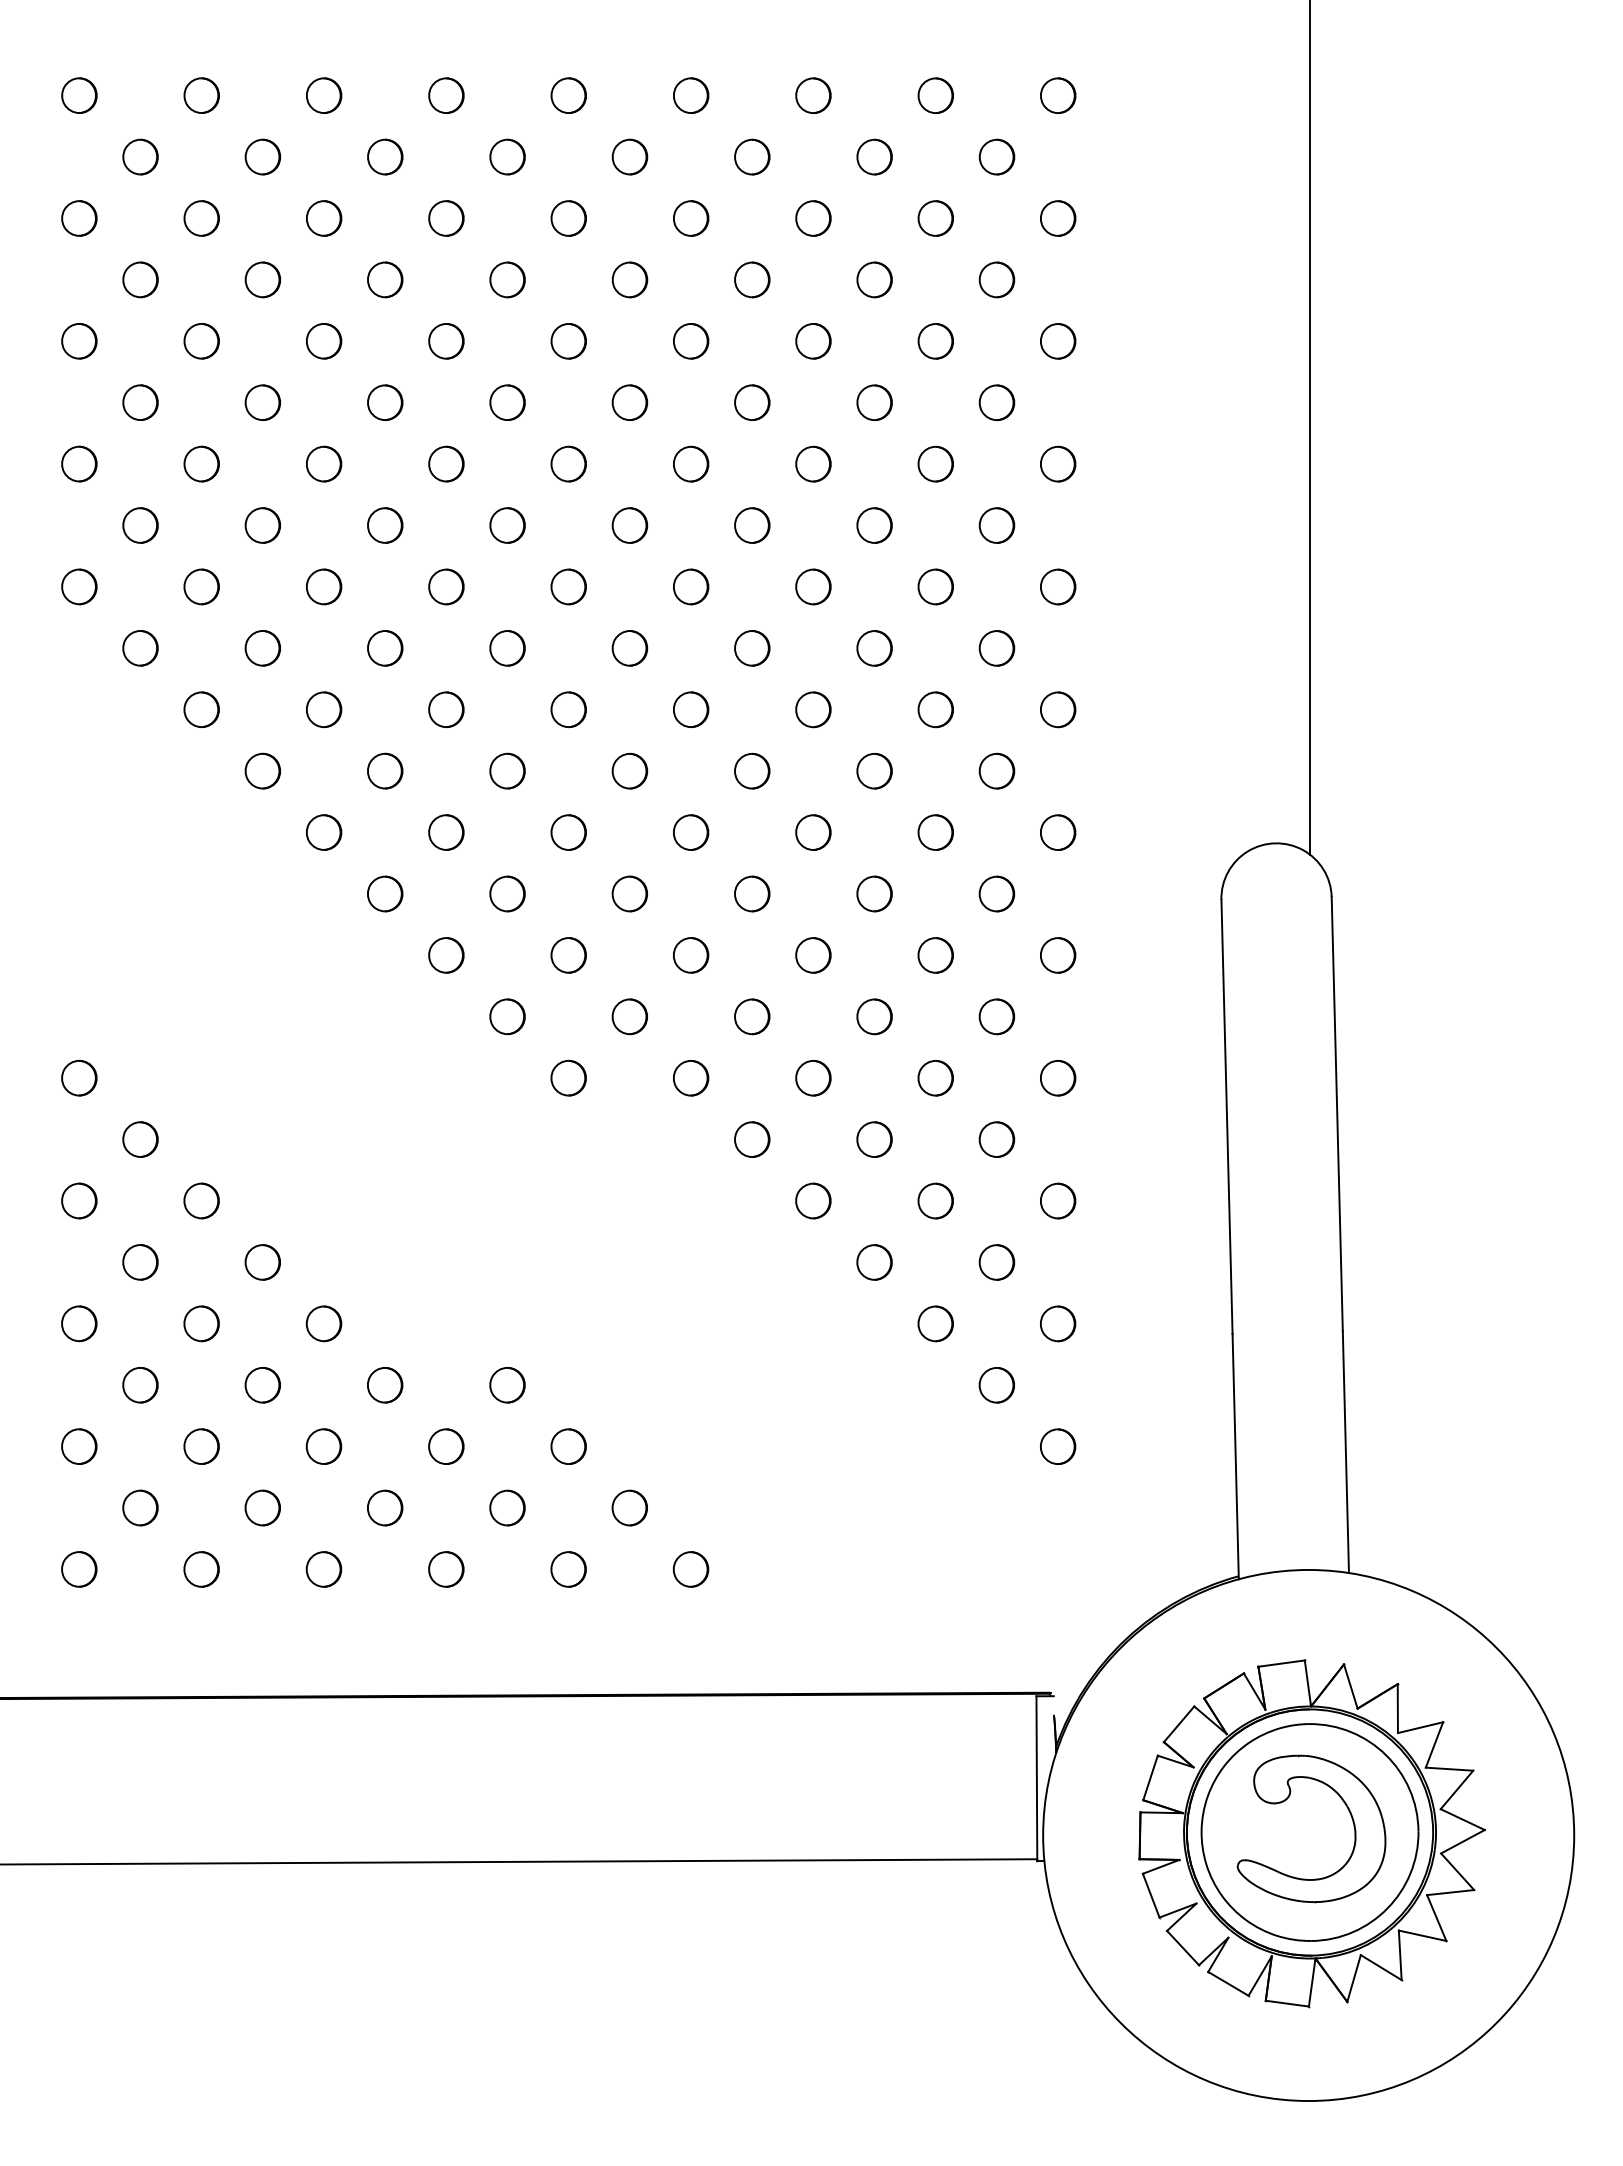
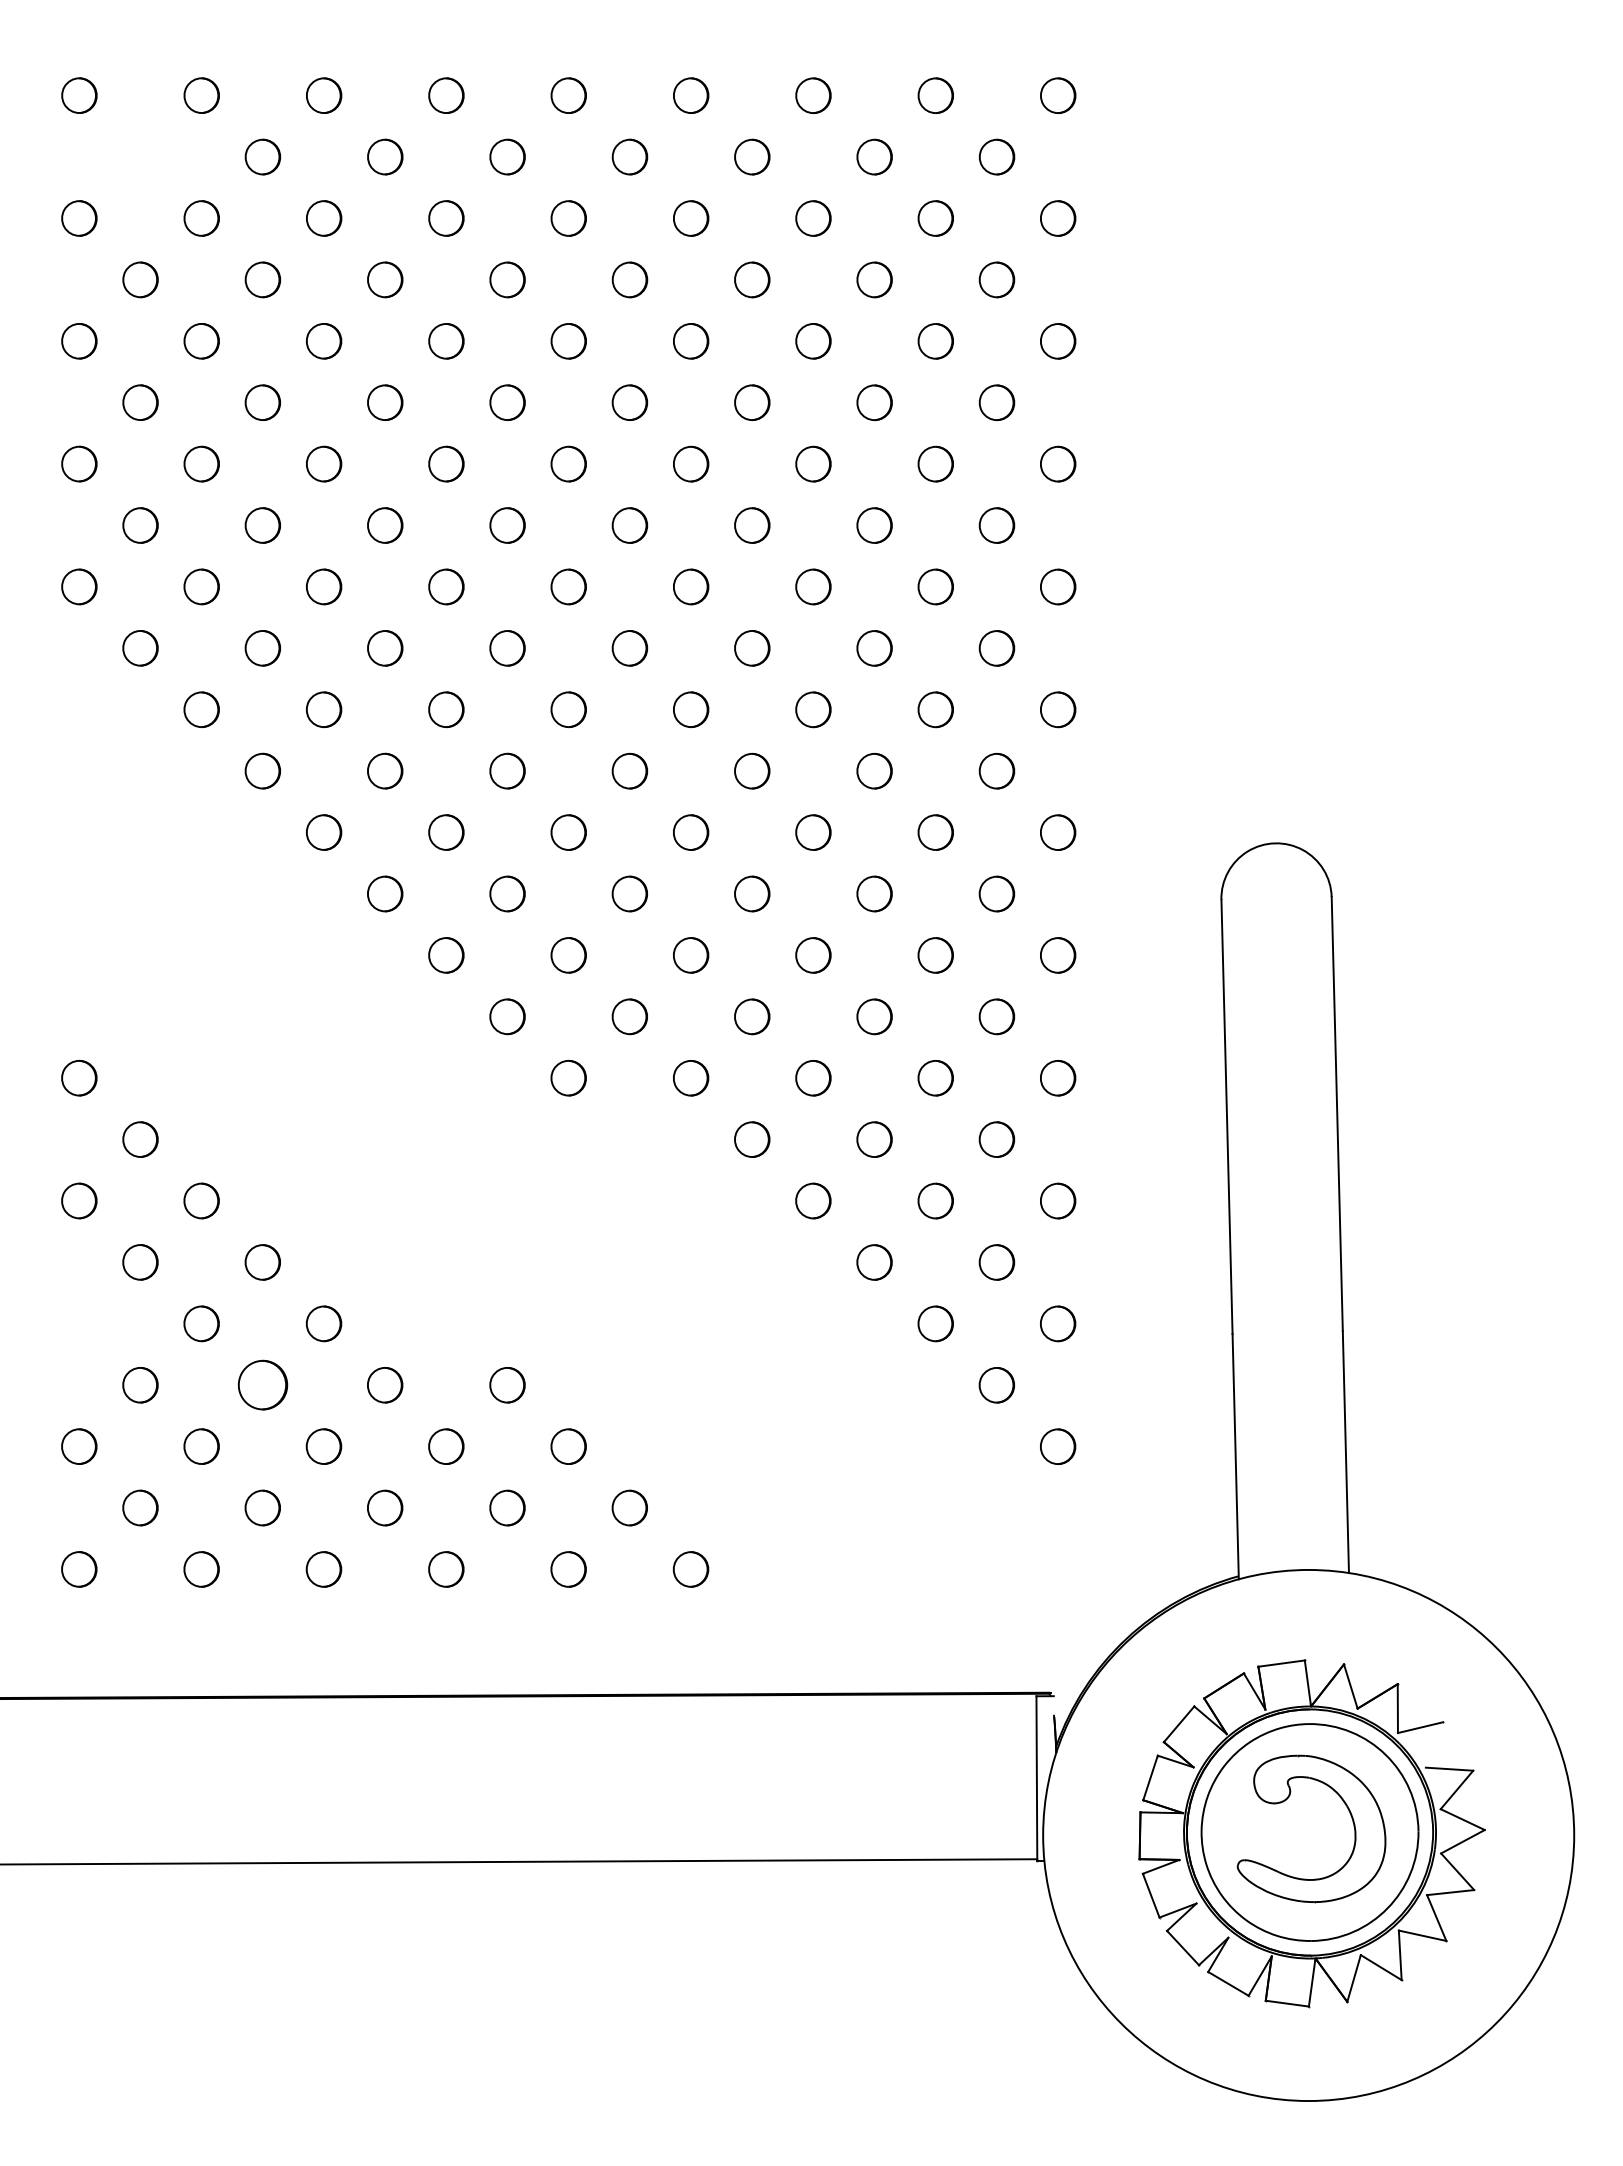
part at (140, 156): present -> none
line at (1310, 428): present -> none
part at (79, 1323): present -> none
part at (262, 1385) size: 37x37 px -> 52x52 px
line at (1434, 1744): present -> none
